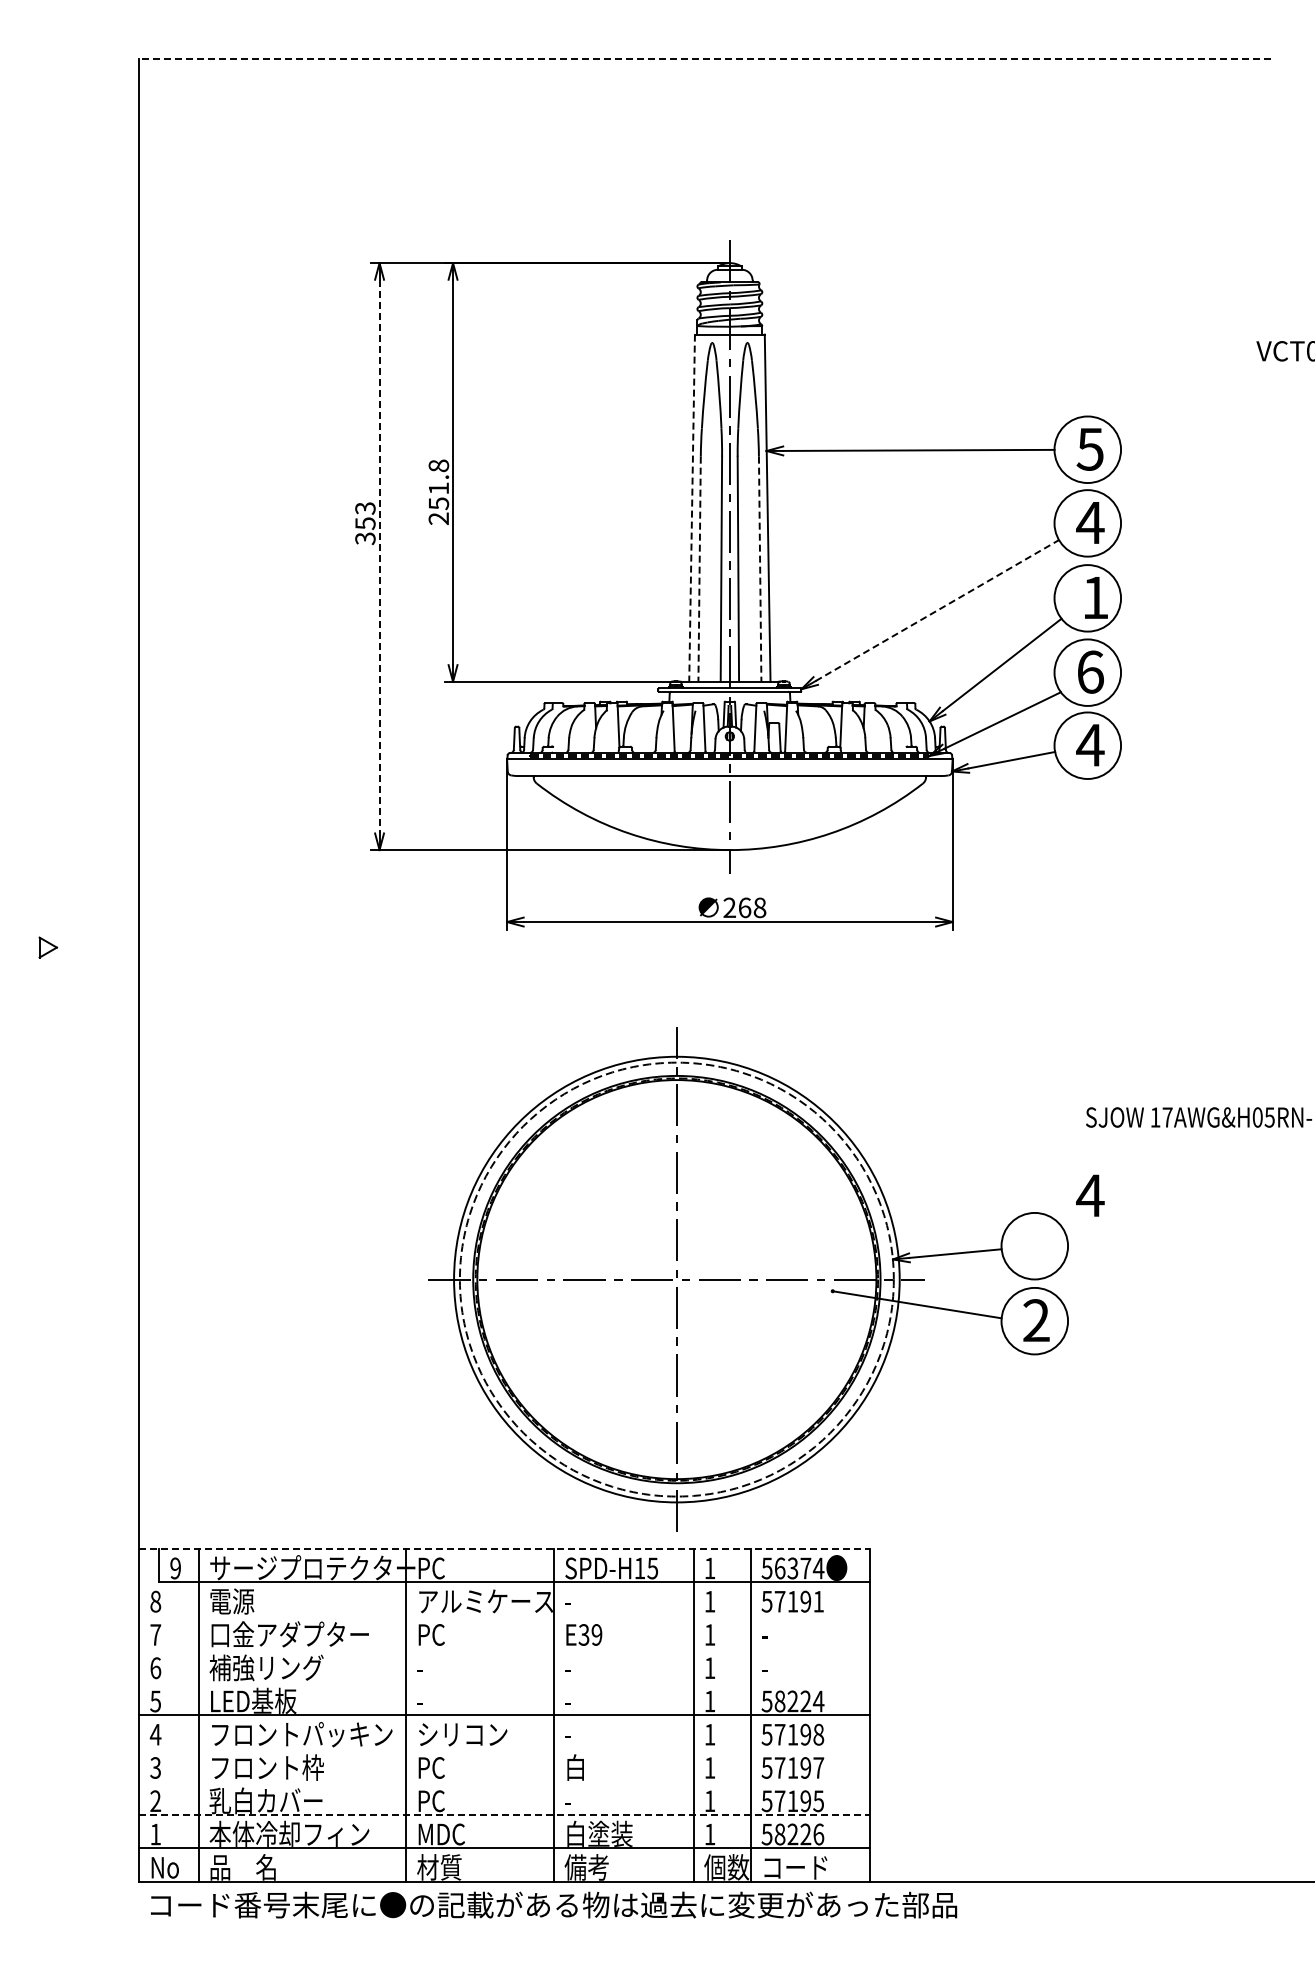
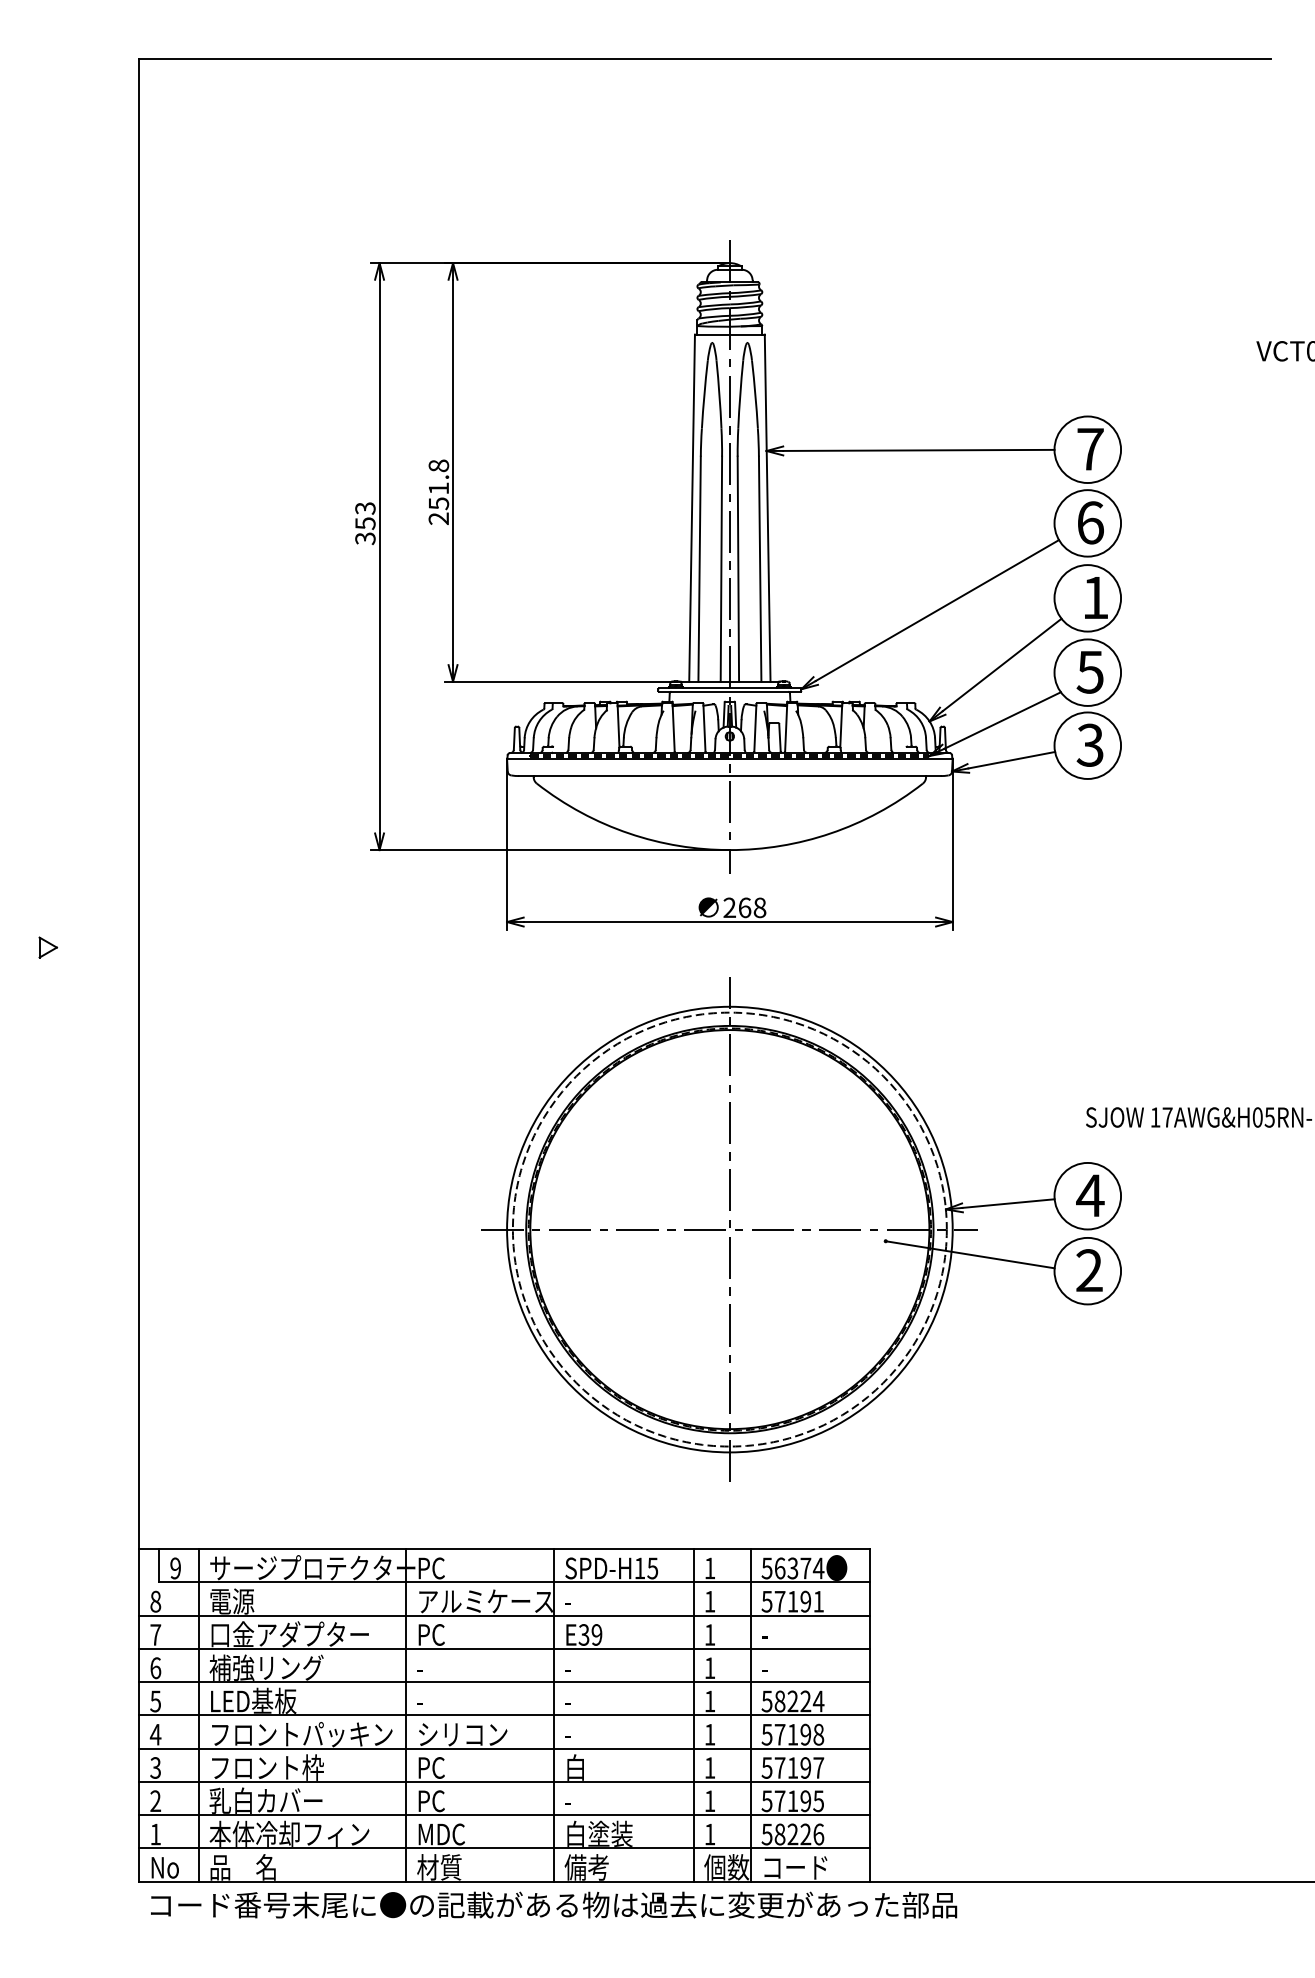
line at (705, 59): dashed -> solid
text at (1089, 449): 5 -> 7
line at (692, 508): dashed -> solid
text at (1090, 522): 4 -> 6
line at (379, 556): dashed -> solid
line at (699, 569): dashed -> solid
line at (760, 569): dashed -> solid
line at (937, 610): dashed -> solid
text at (1089, 671): 6 -> 5
text at (1090, 744): 4 -> 3
part at (748, 1279) position: (748, 1279) -> (801, 1229)
line at (505, 1549): dashed -> solid
line at (504, 1615): none -> present
line at (504, 1648): none -> present
line at (504, 1682): none -> present
line at (504, 1748): none -> present
line at (504, 1781): none -> present
line at (505, 1815): dashed -> solid
